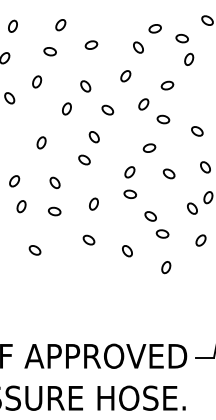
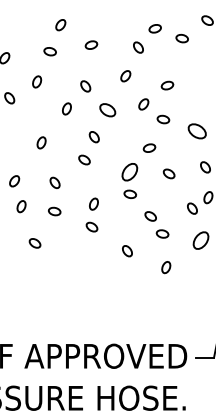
part at (12, 25): present -> none
part at (189, 58): present -> none
part at (107, 109) size: 14x12 px -> 18x15 px
part at (197, 131) size: 13x11 px -> 20x17 px
part at (129, 172) size: 12x13 px -> 18x19 px
part at (88, 239) position: (88, 239) -> (91, 226)
part at (200, 240) size: 12x13 px -> 18x19 px
part at (34, 250) position: (34, 250) -> (34, 243)
